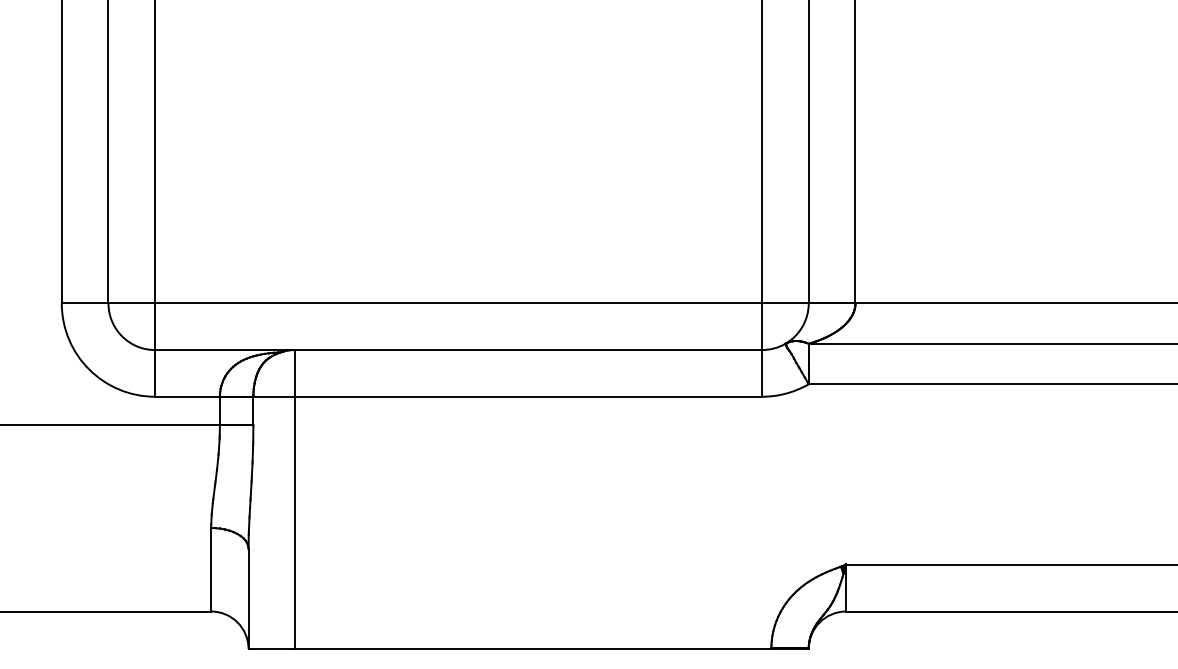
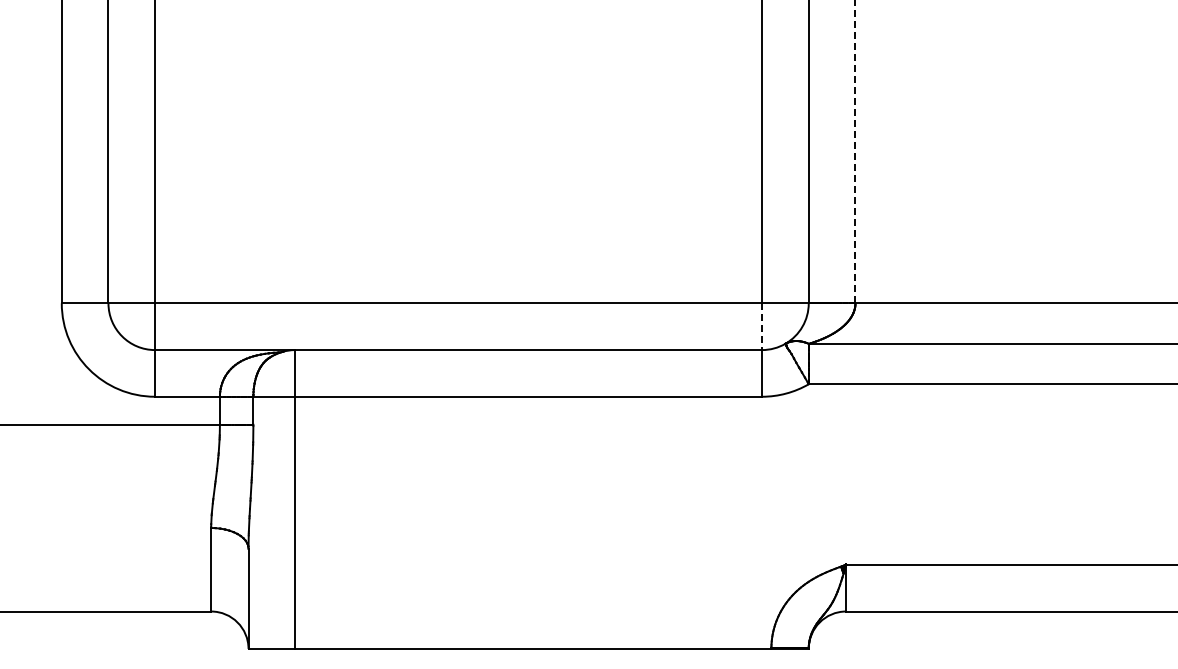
line at (855, 152): solid -> dashed
line at (762, 327): solid -> dashed
